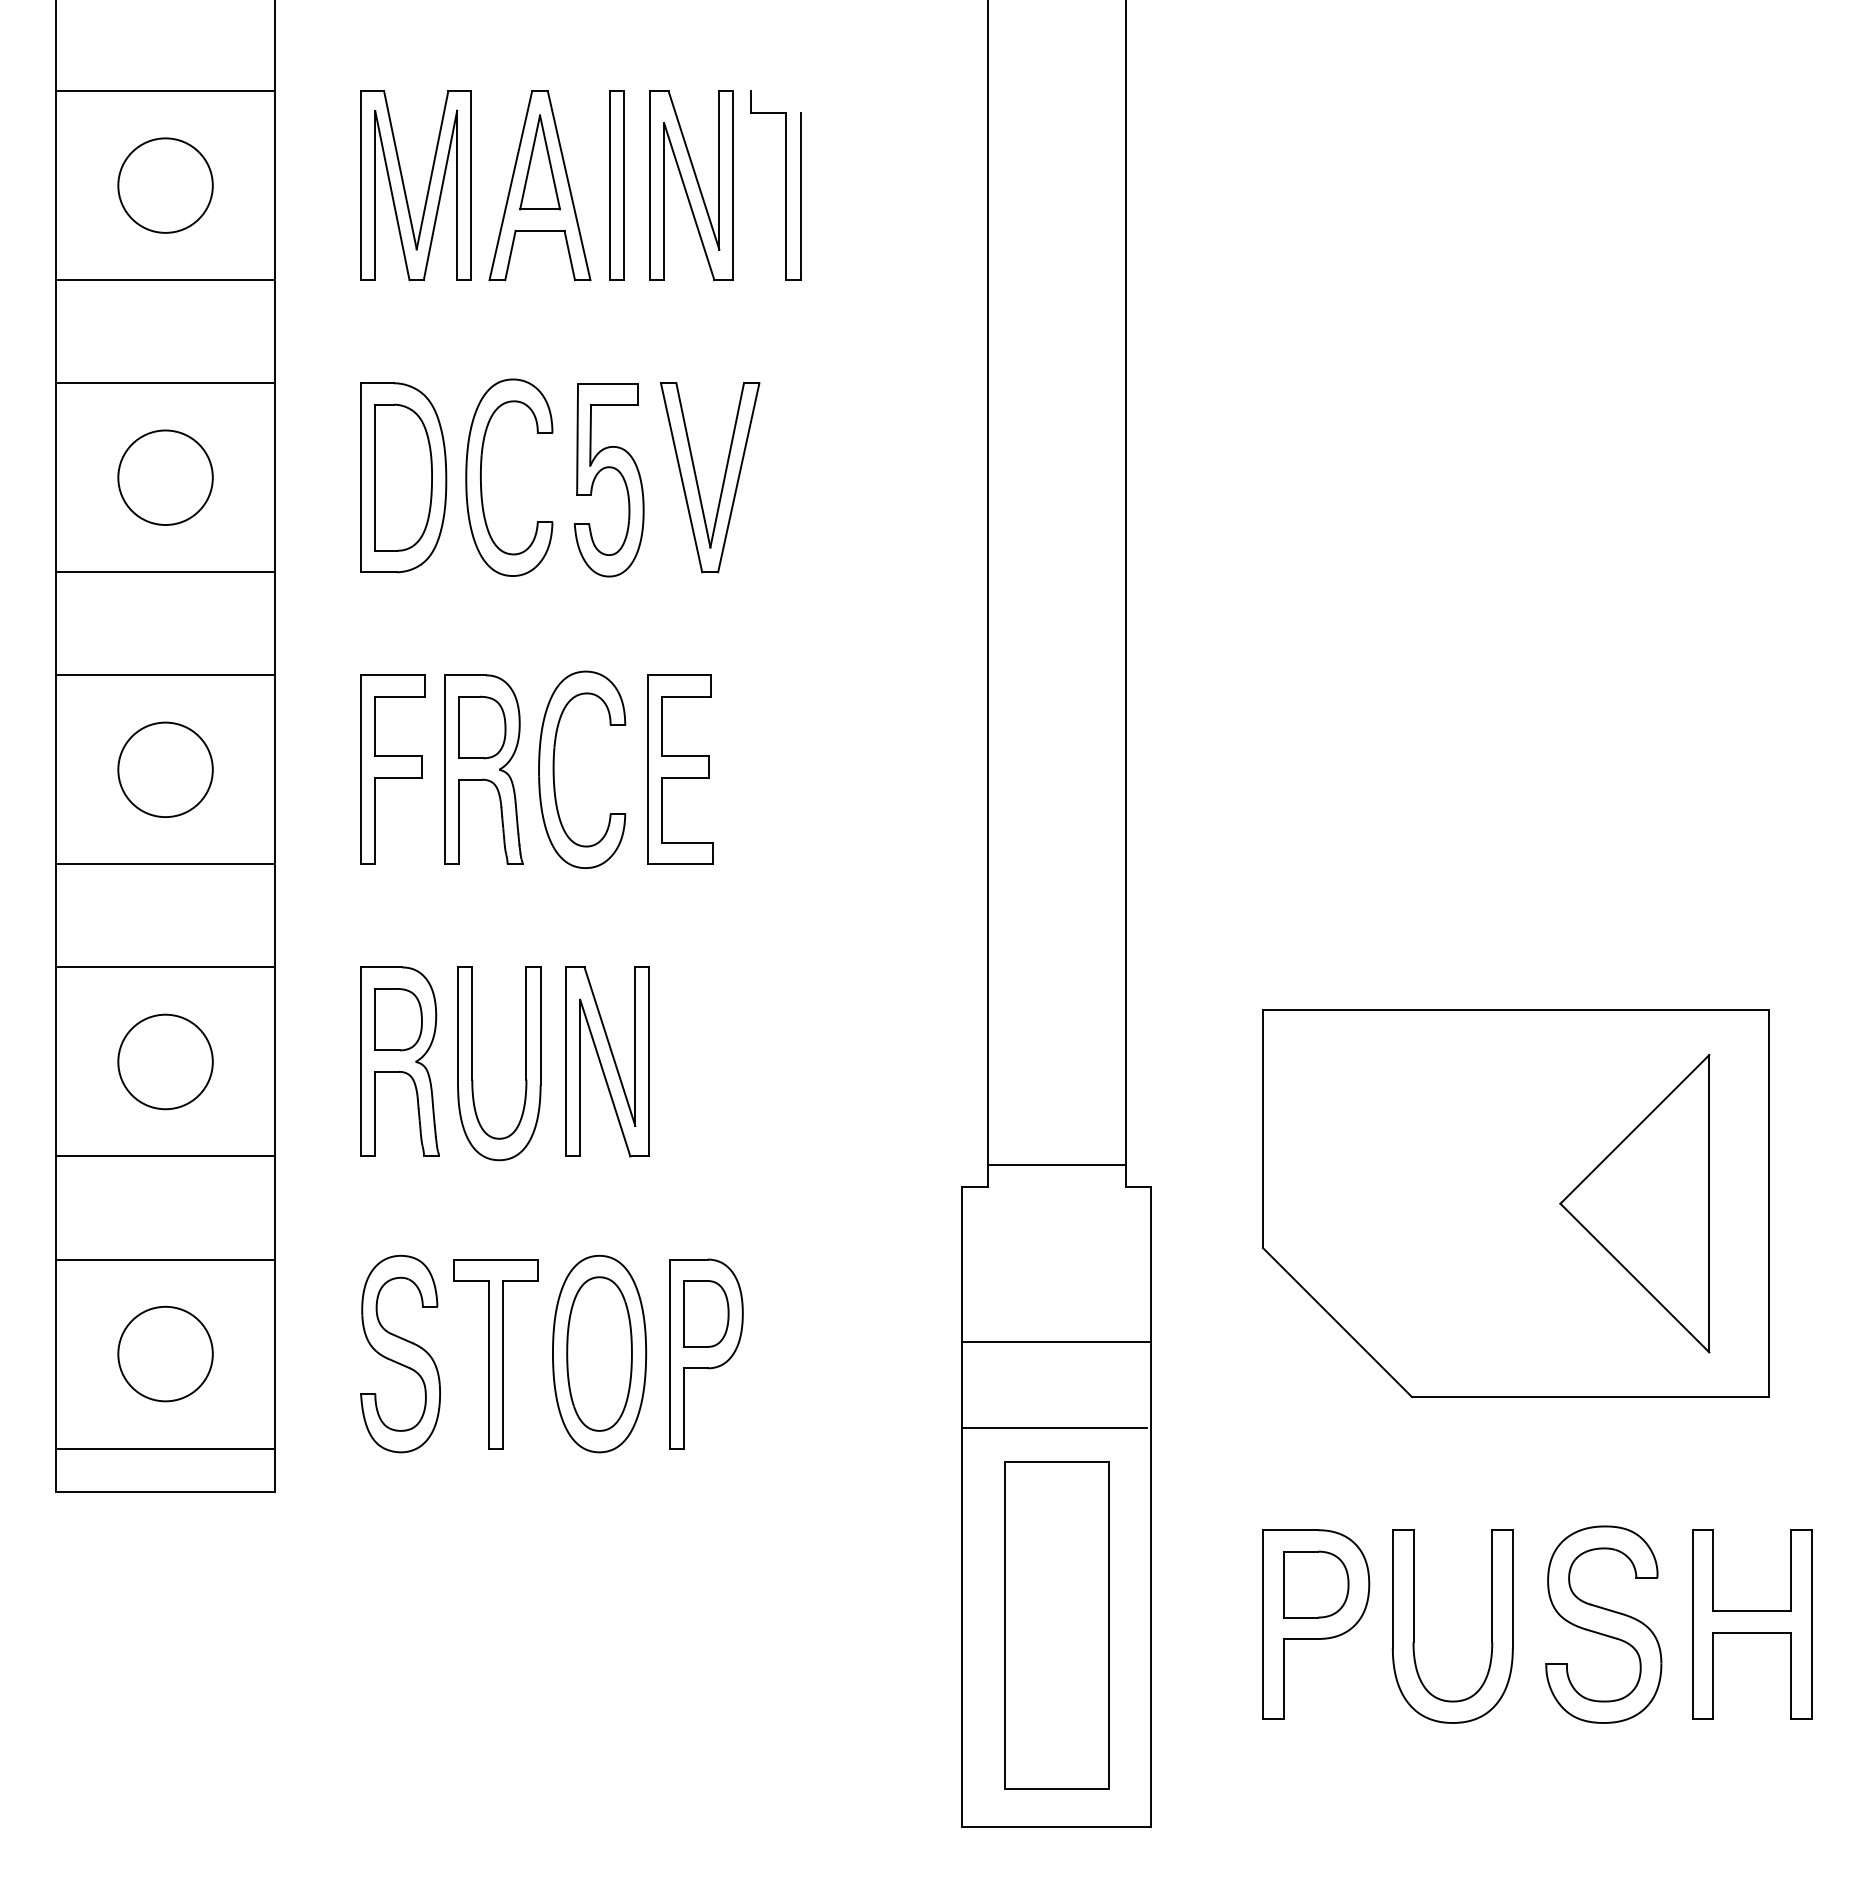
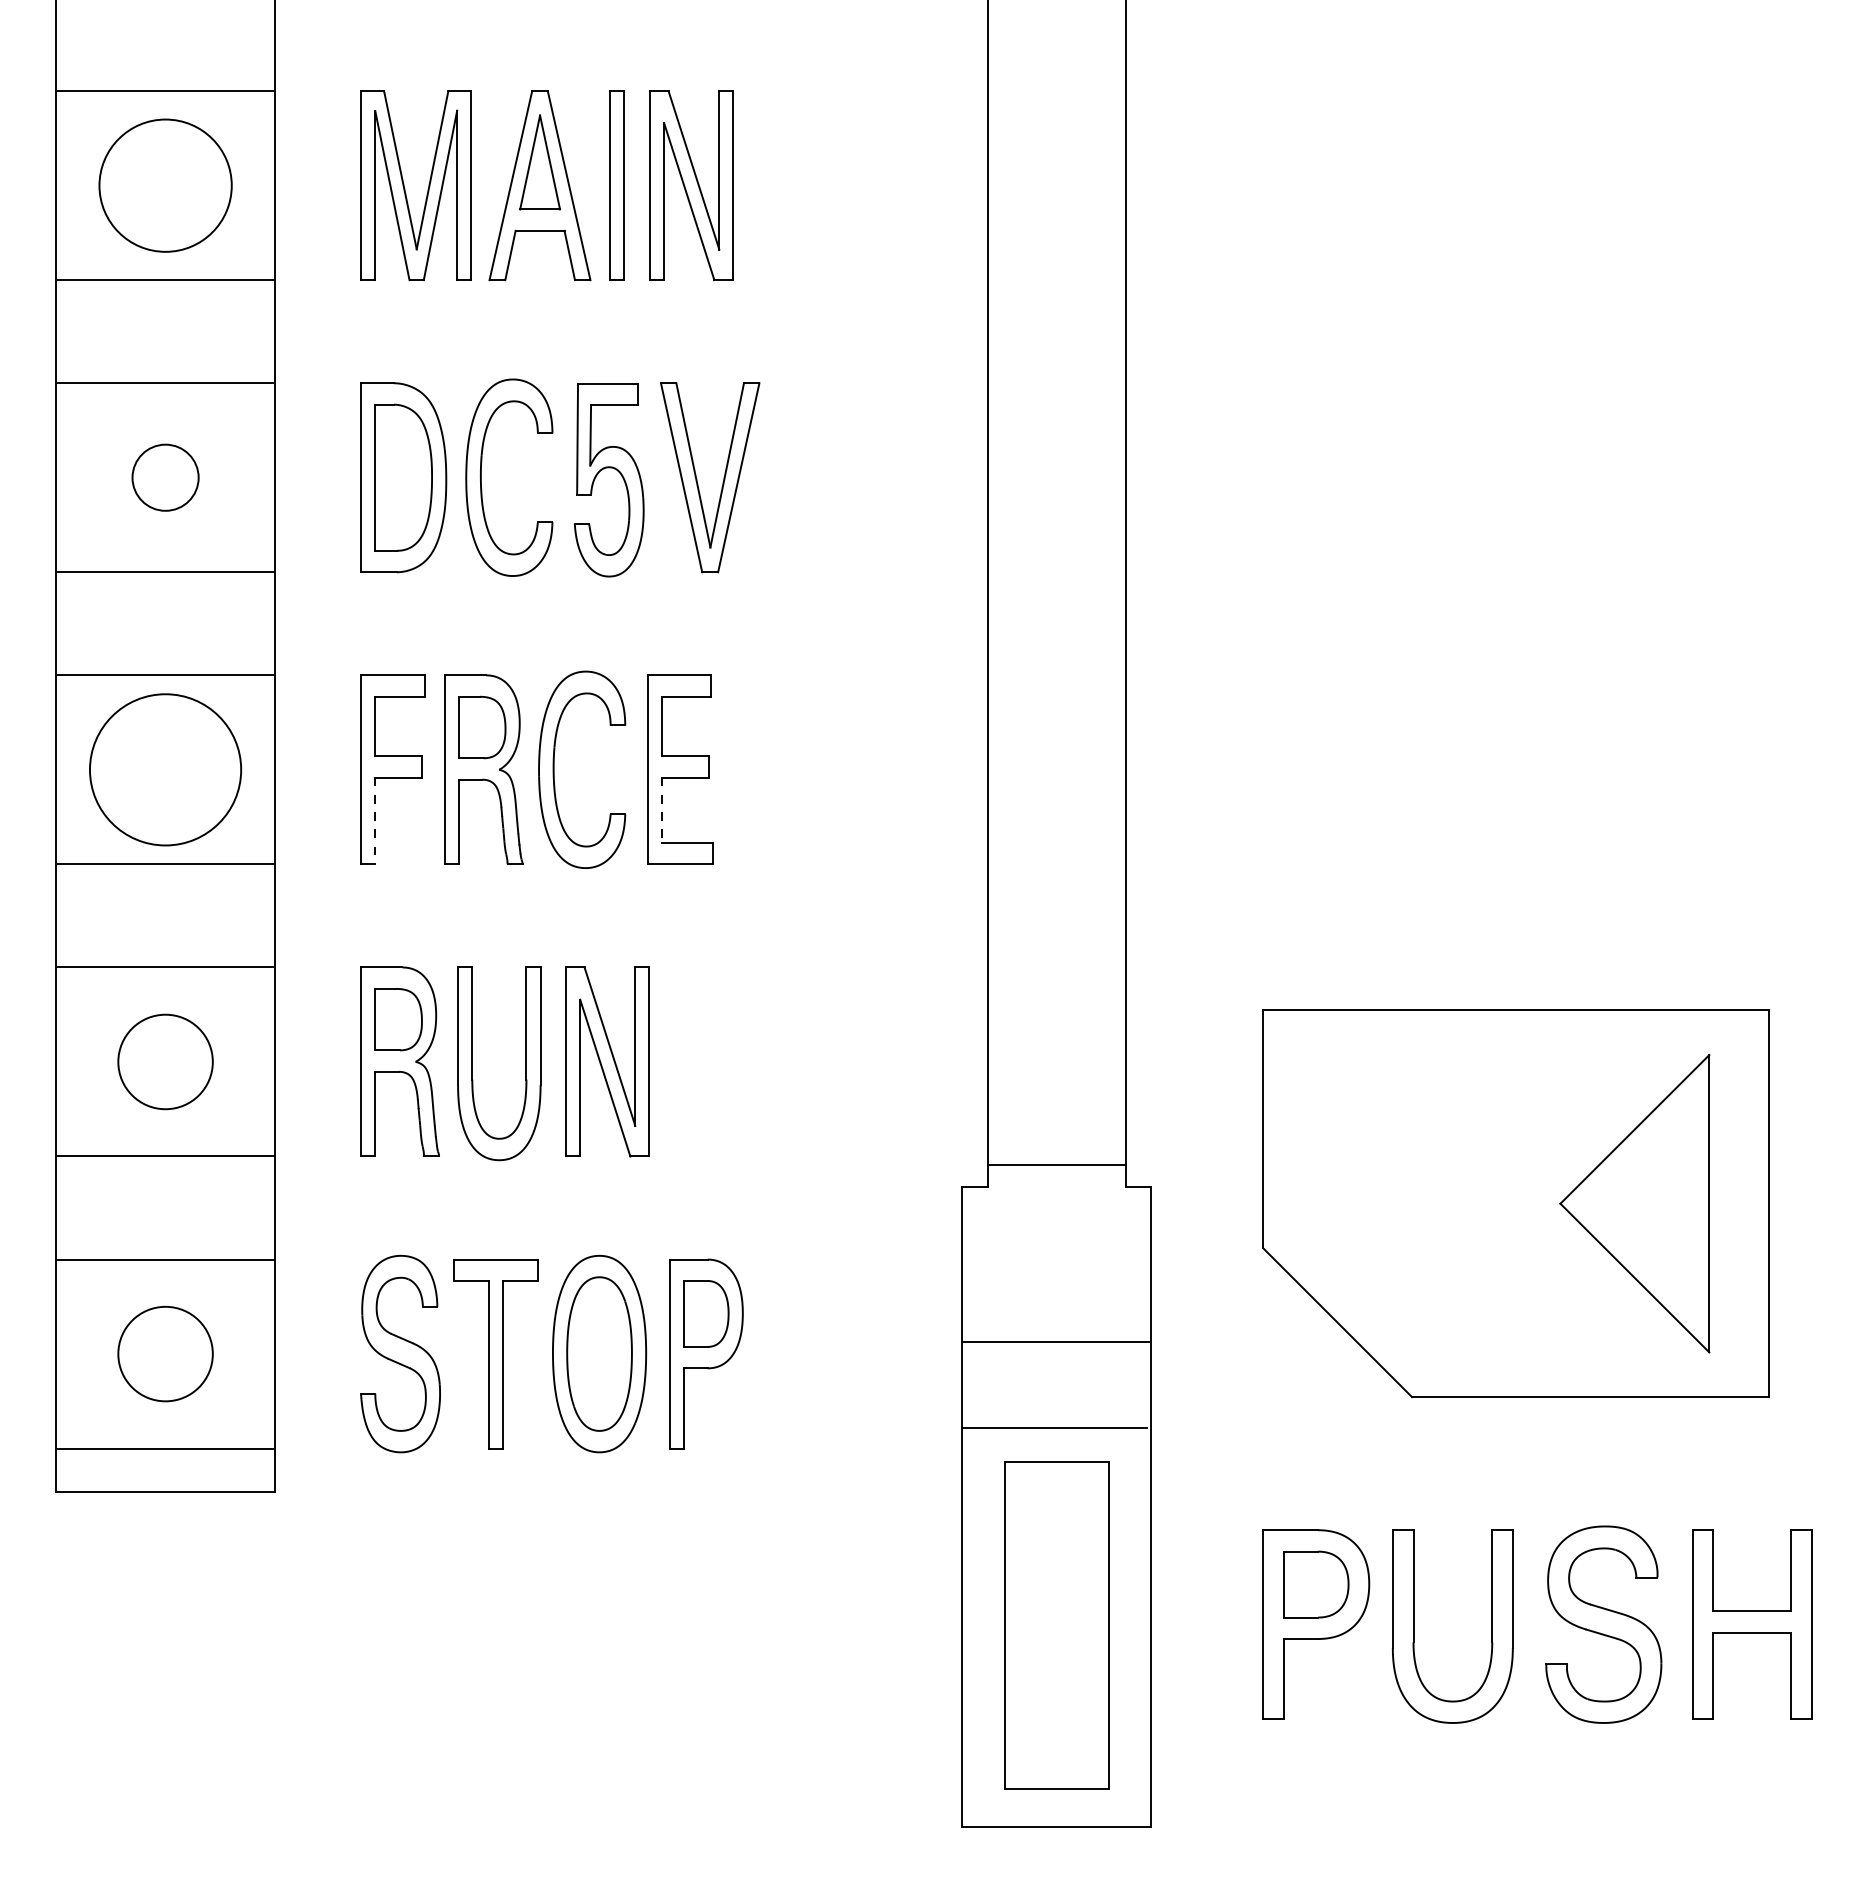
circle at (165, 185) size: 97x97 px -> 135x135 px
part at (785, 185): present -> none
circle at (165, 477) diameter: 95 px -> 66 px
circle at (165, 769) diameter: 95 px -> 151 px
line at (662, 810): solid -> dashed
line at (375, 821): solid -> dashed
